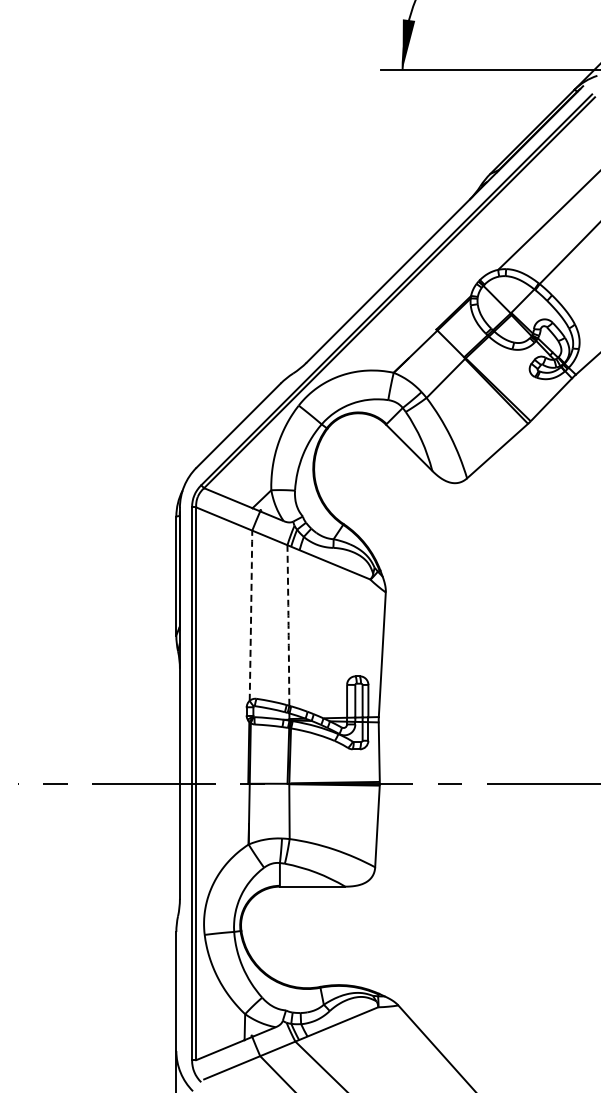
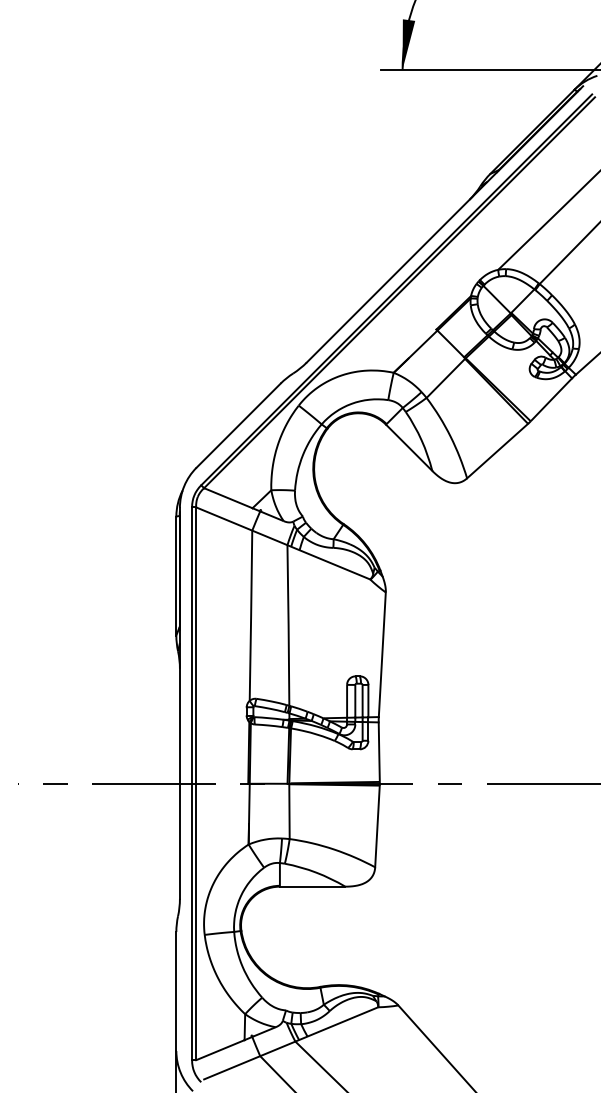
arc at (251, 615): dashed -> solid
arc at (288, 625): dashed -> solid
